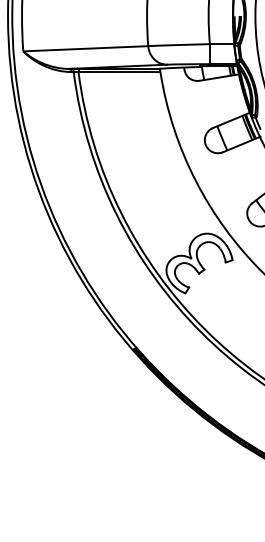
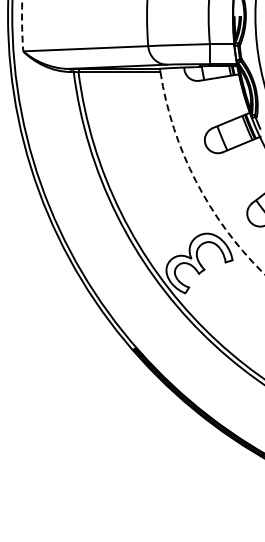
arc at (22, 25): solid -> dashed
arc at (195, 180): solid -> dashed
